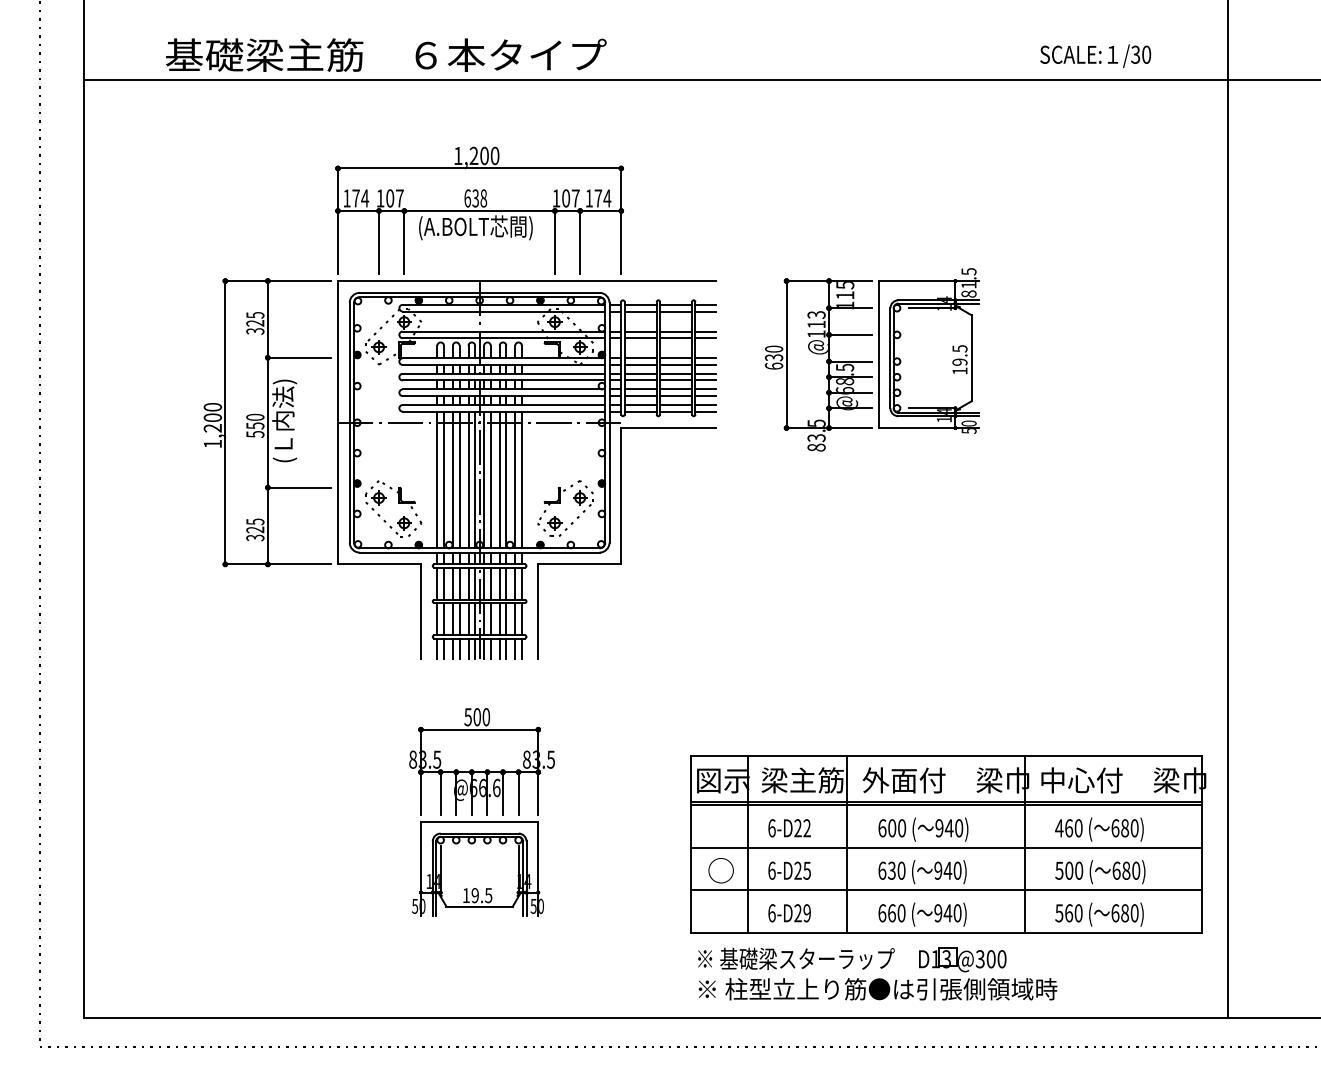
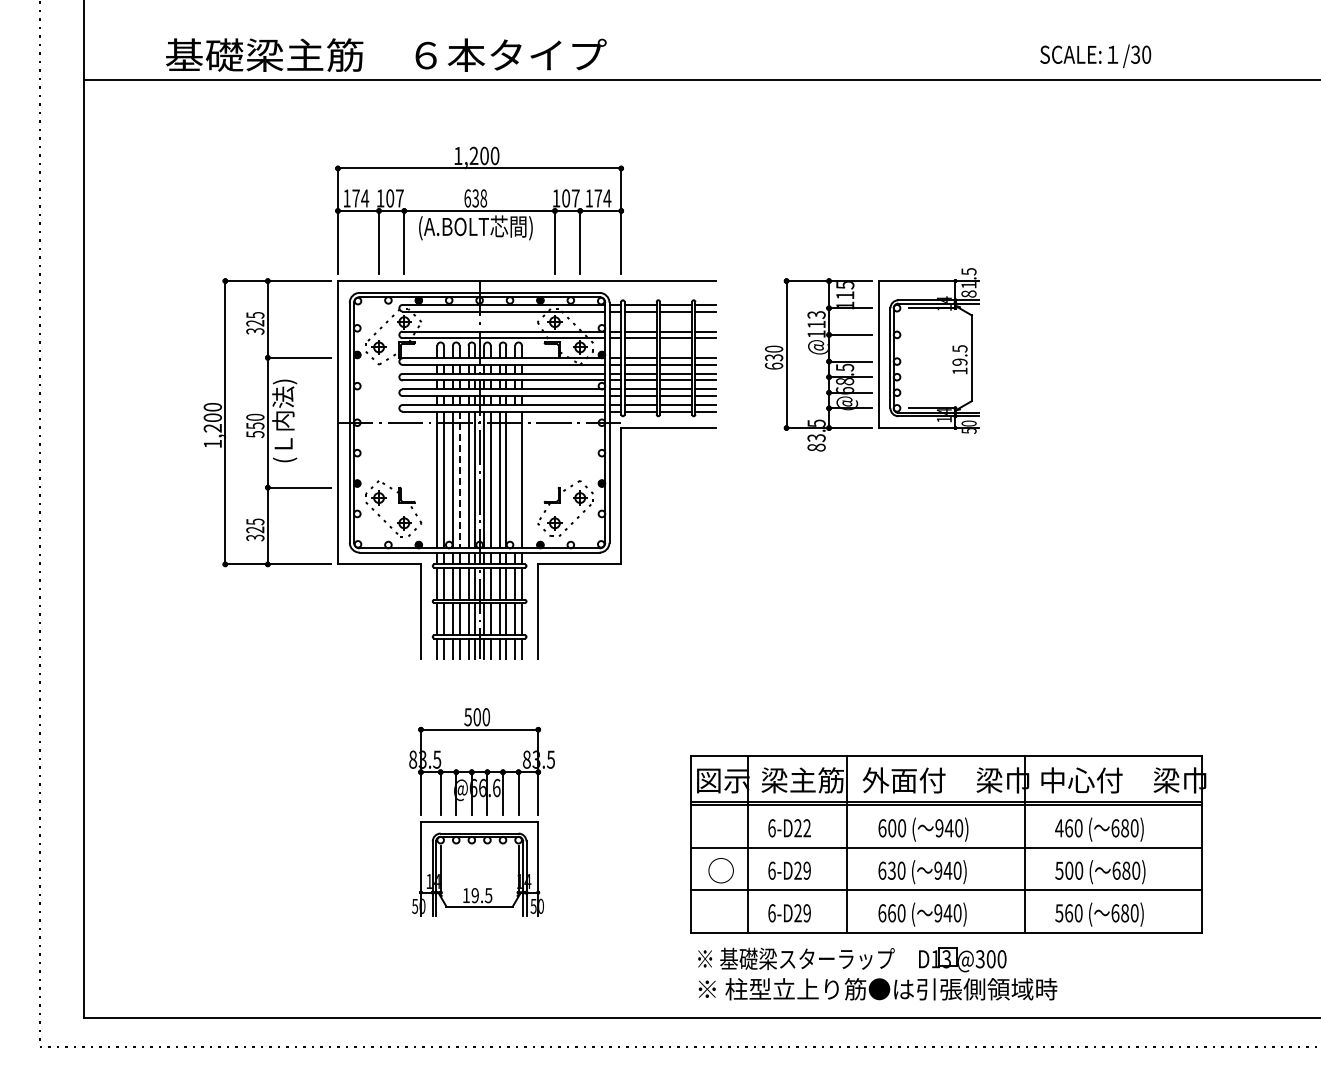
line at (515, 479): present -> none
line at (459, 480): solid -> dashed
line at (1228, 509): present -> none
text at (806, 870): 6-D25 -> 6-D29
